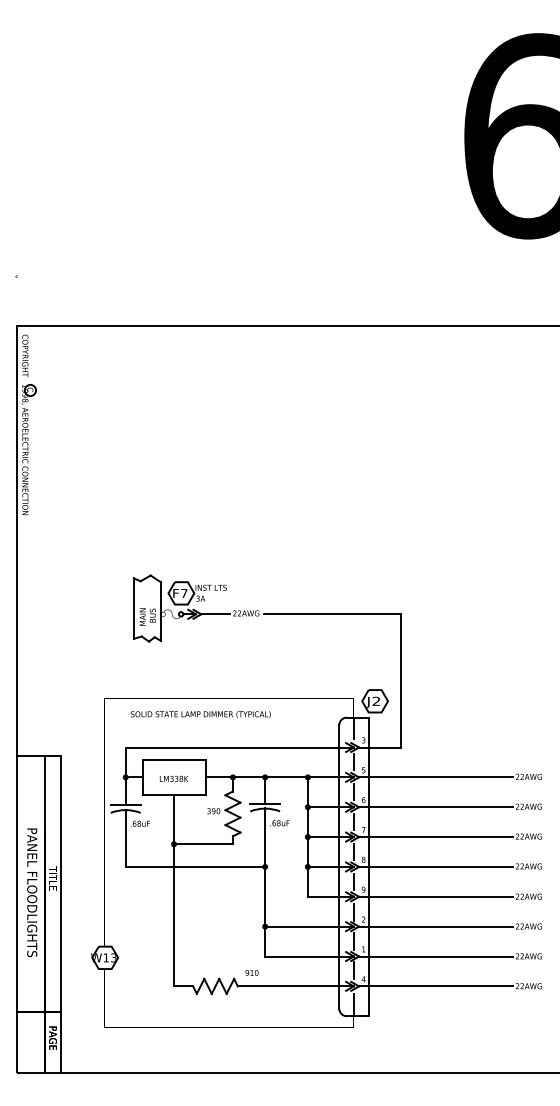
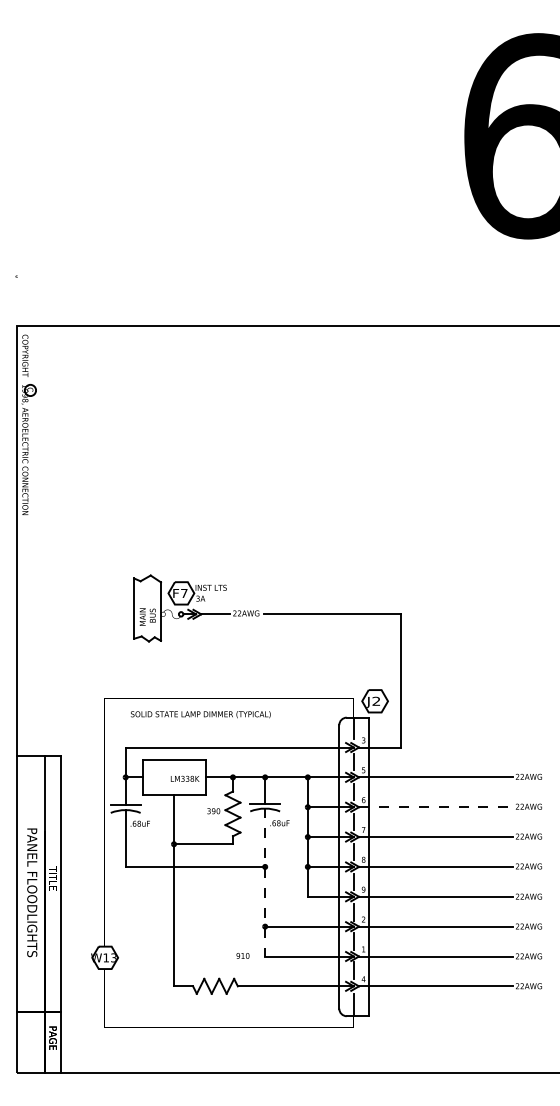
text at (173, 778) position: (173, 778) -> (184, 778)
line at (436, 807): solid -> dashed
line at (265, 882): solid -> dashed
text at (251, 972) position: (251, 972) -> (242, 955)
